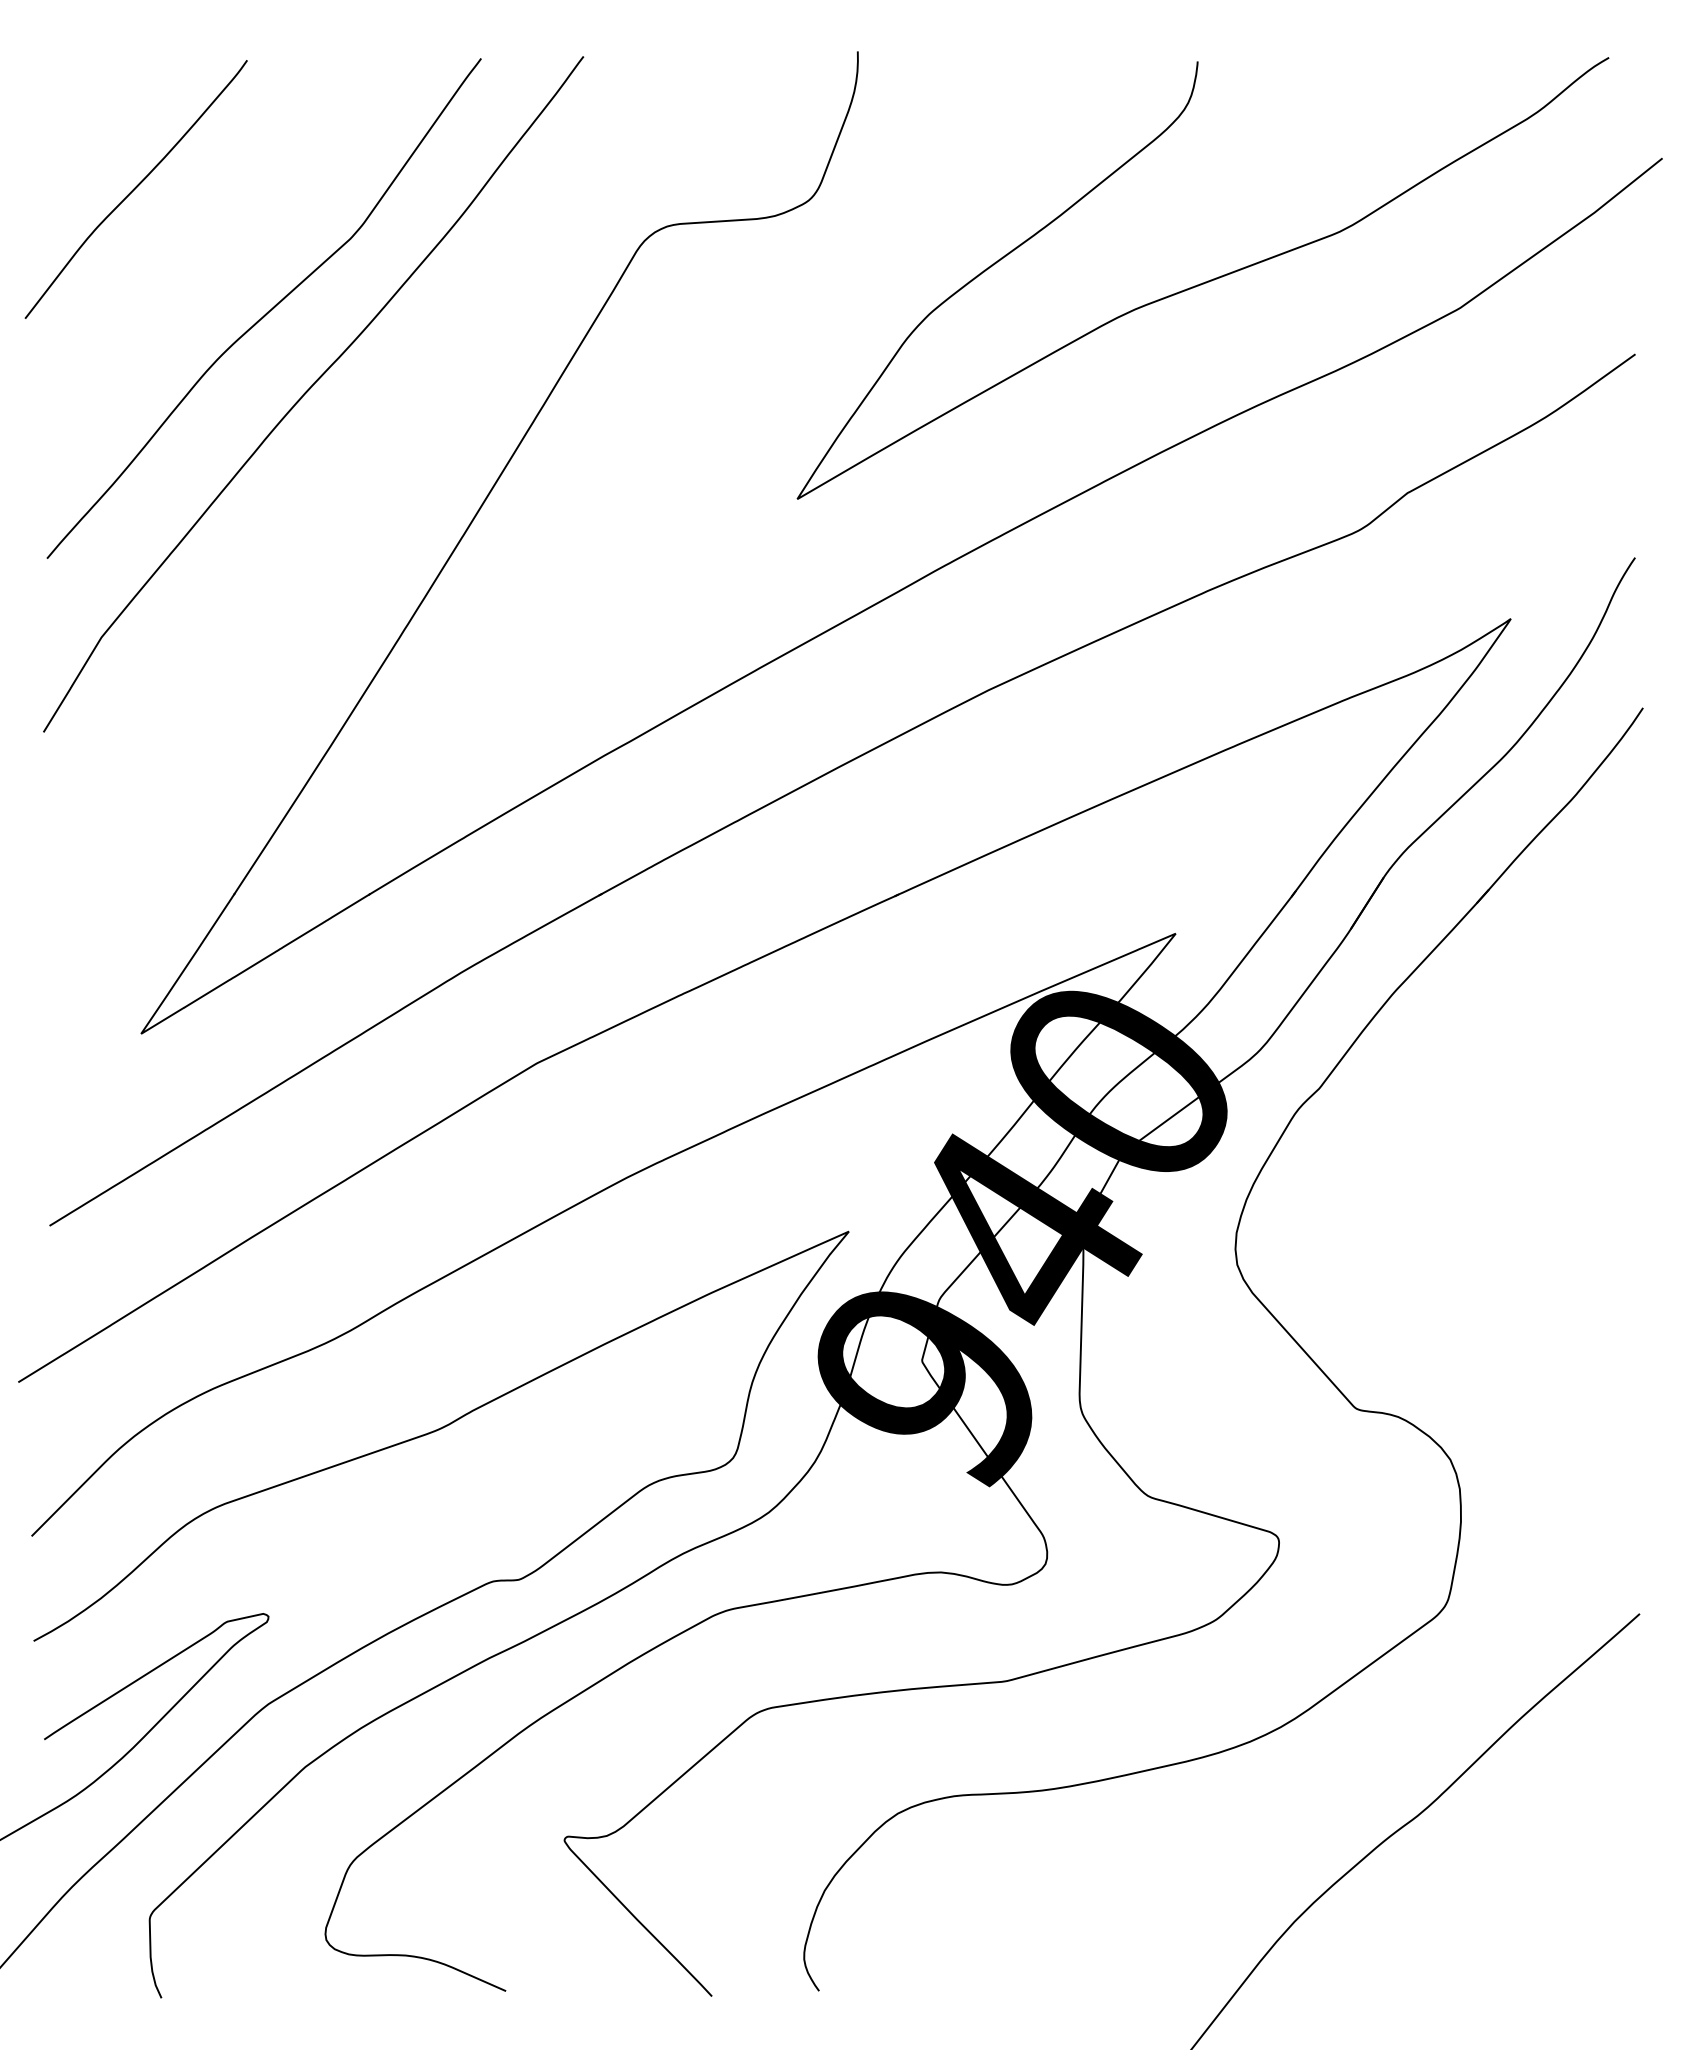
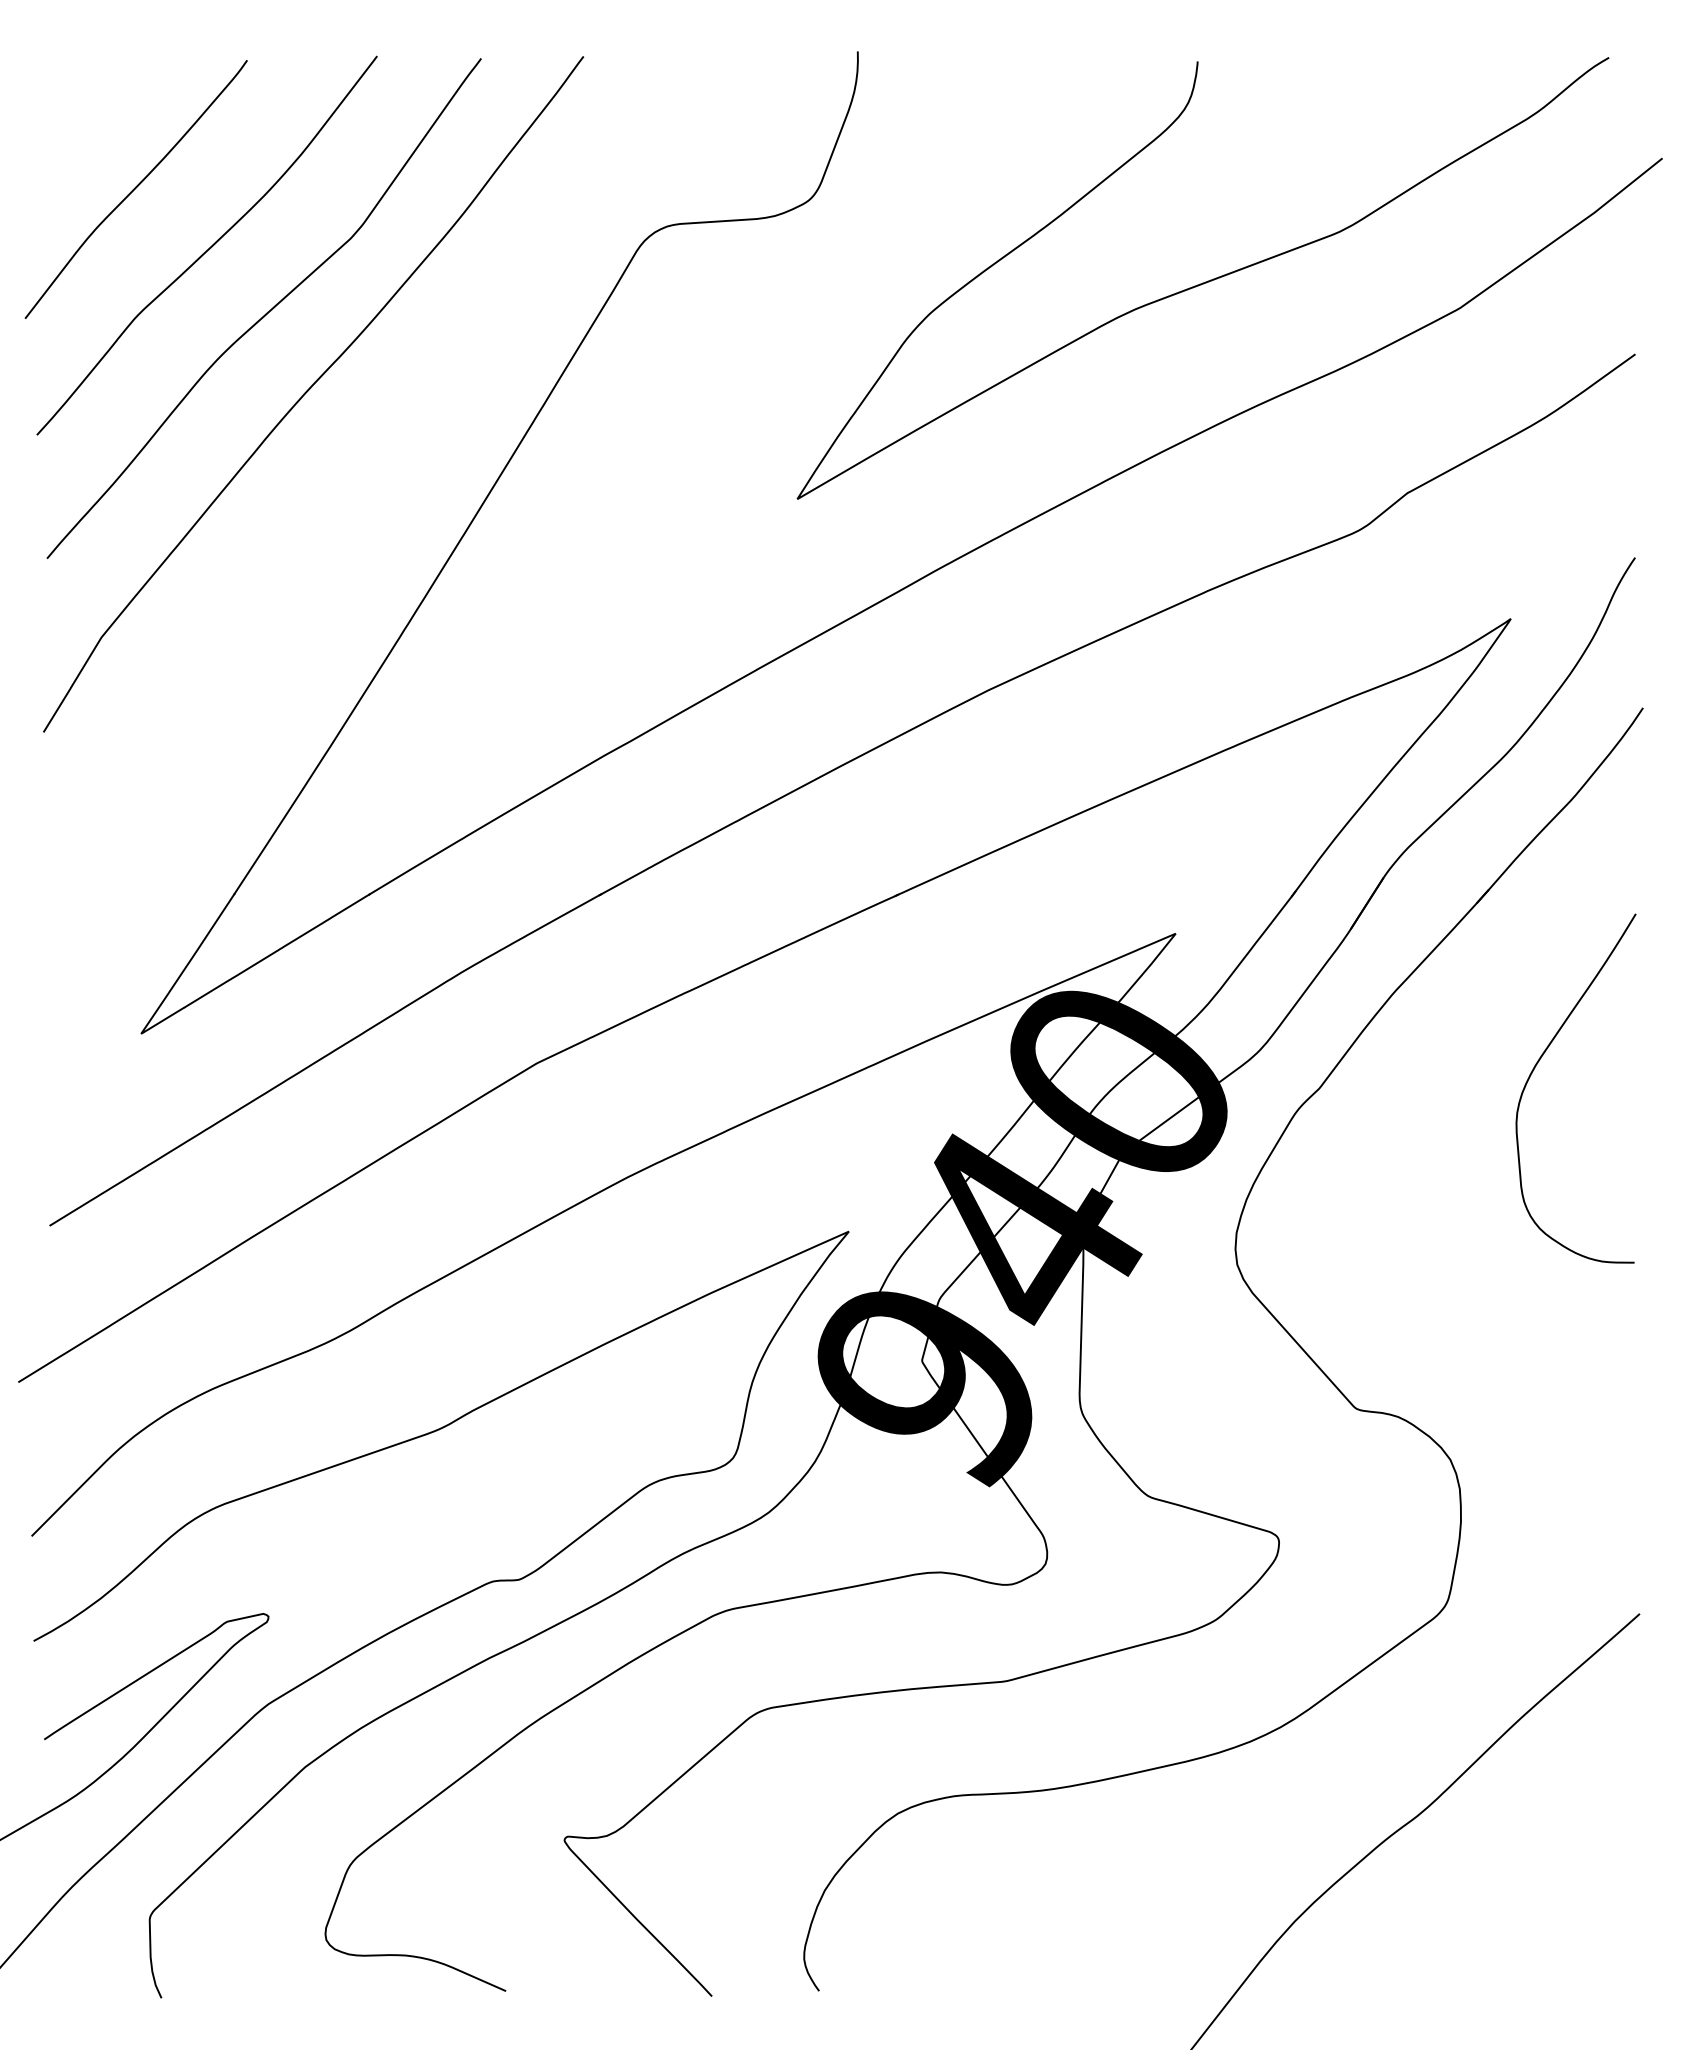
curve at (209, 247): none -> present
curve at (1538, 1063): none -> present
